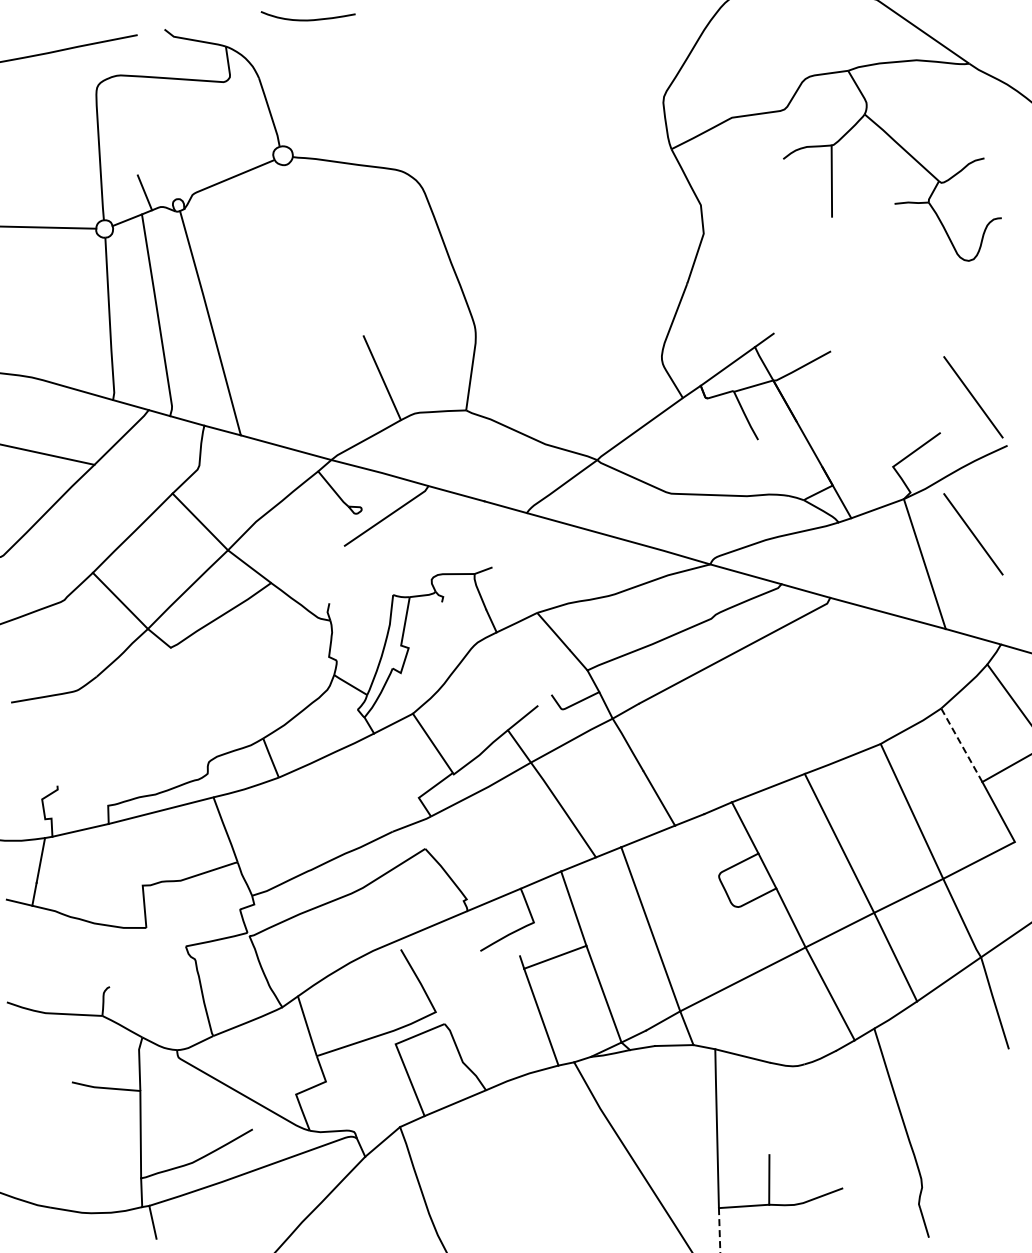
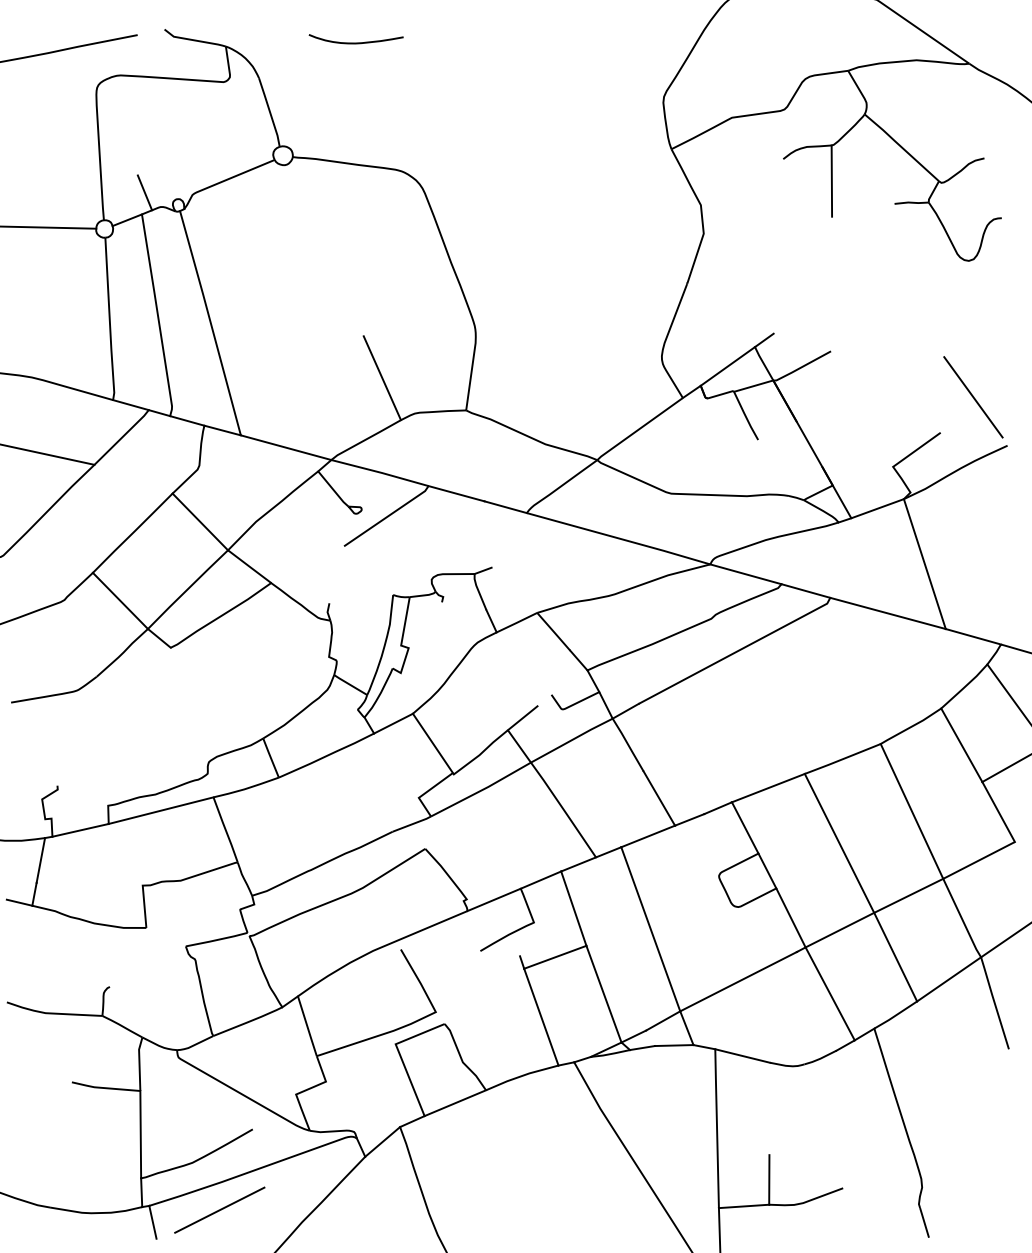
curve at (307, 19) position: (307, 19) -> (355, 42)
line at (973, 534): present -> none
line at (961, 744): dashed -> solid
line at (219, 1209): none -> present
line at (719, 1230): dashed -> solid
